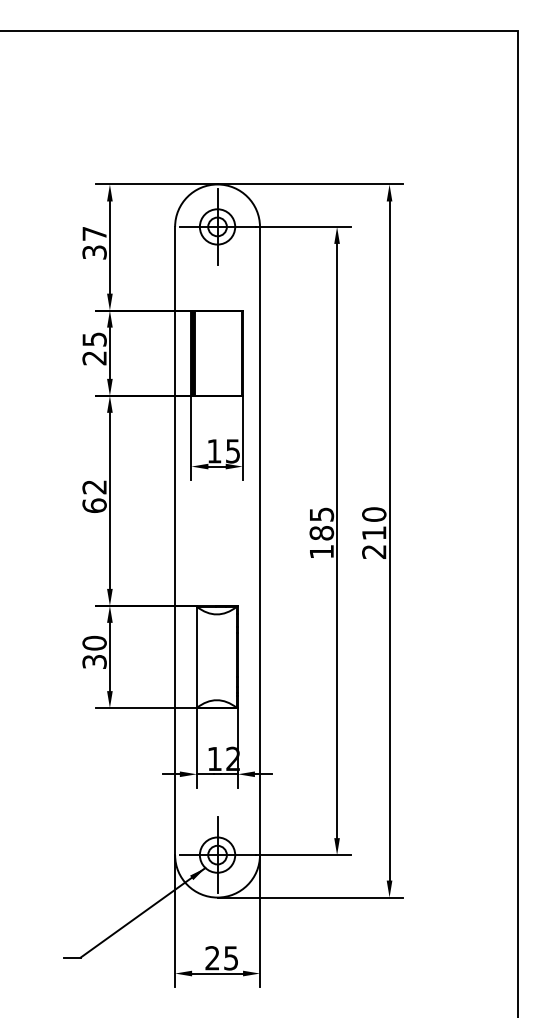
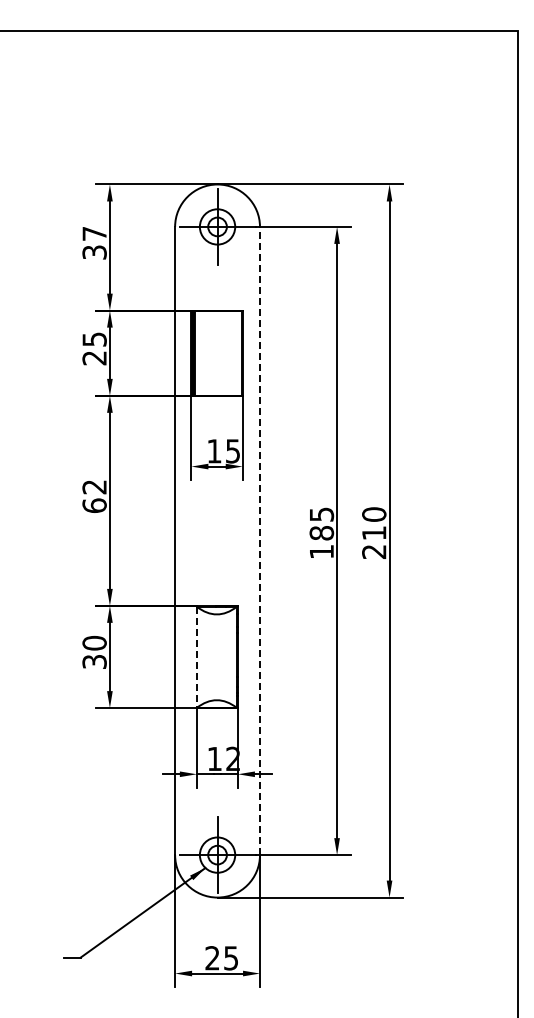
line at (260, 540): solid -> dashed
line at (196, 657): solid -> dashed
